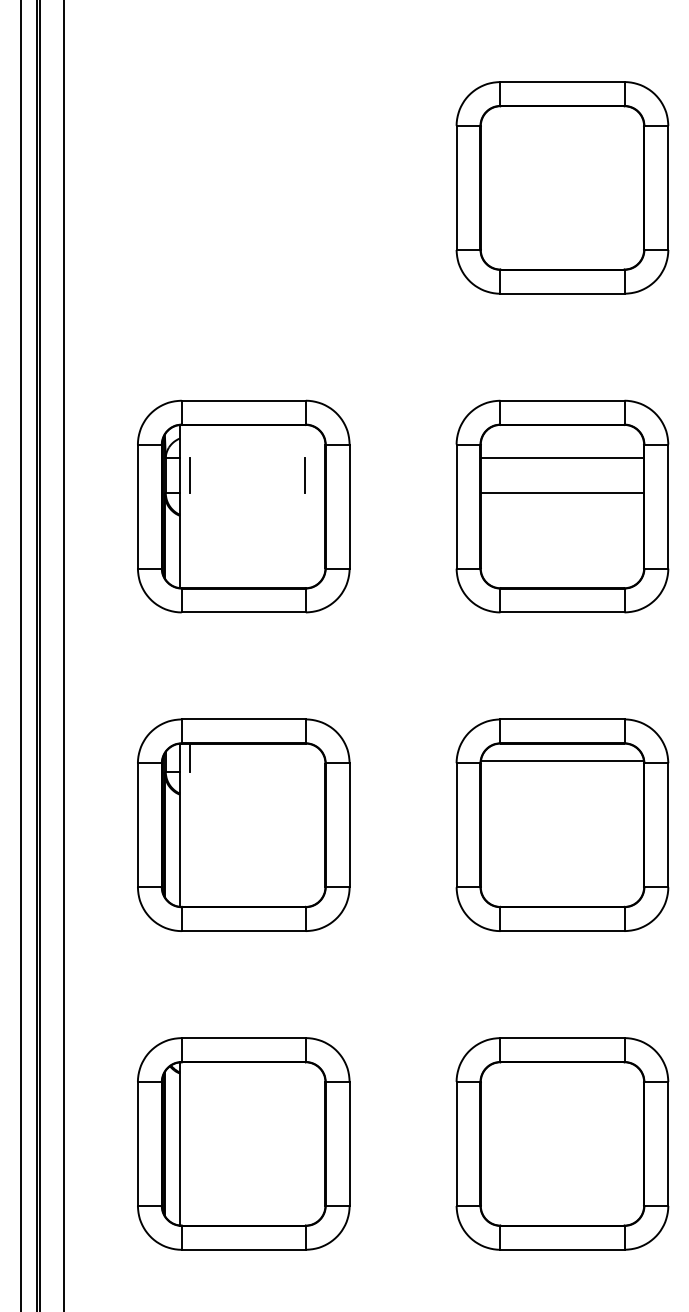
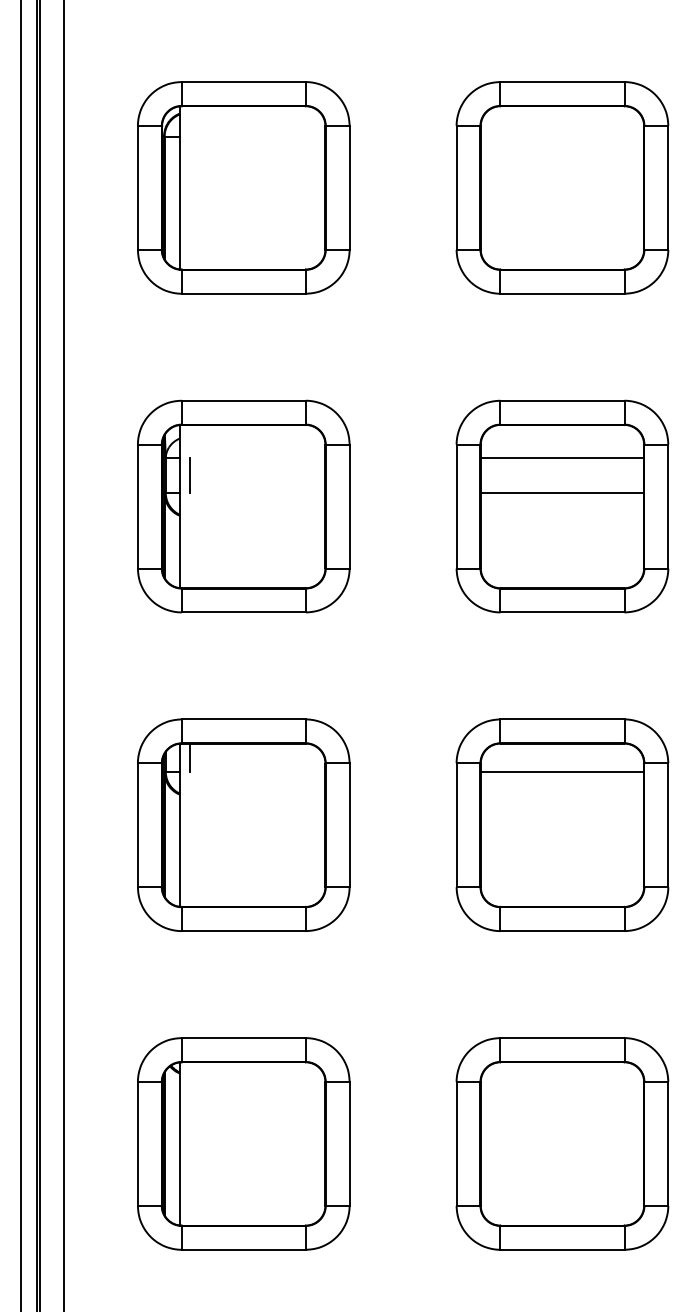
part at (243, 187): none -> present
line at (304, 475): present -> none
line at (562, 760) position: (562, 760) -> (562, 771)
